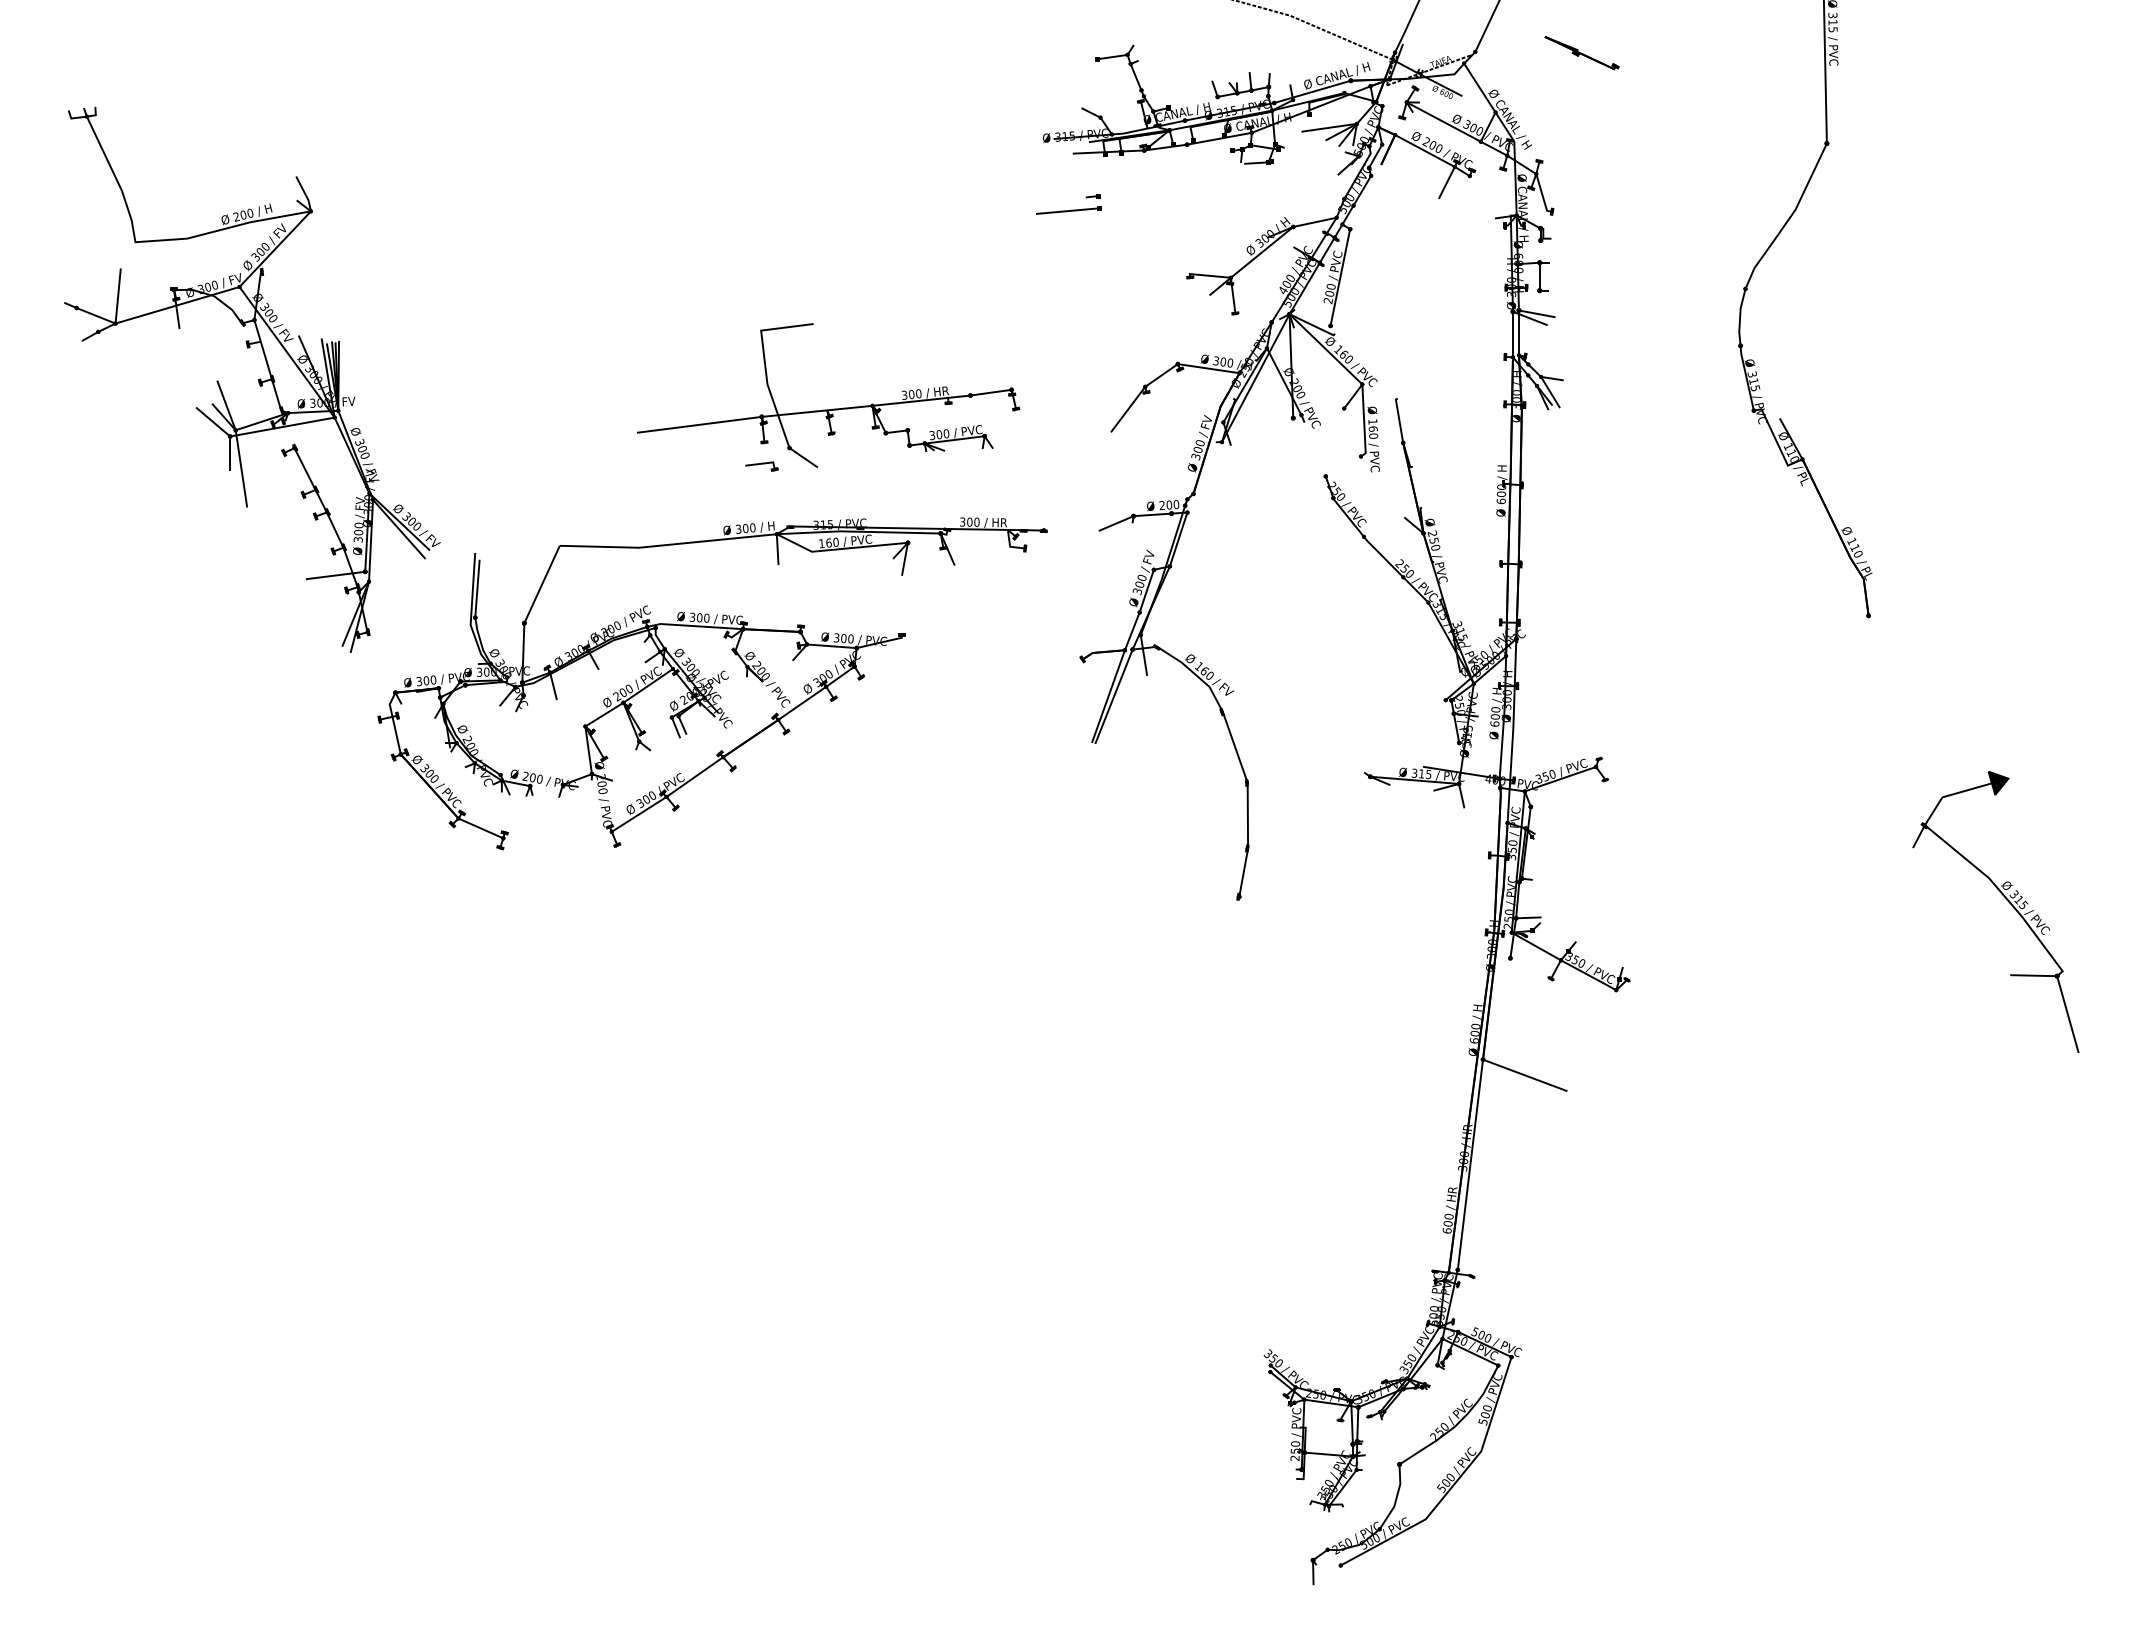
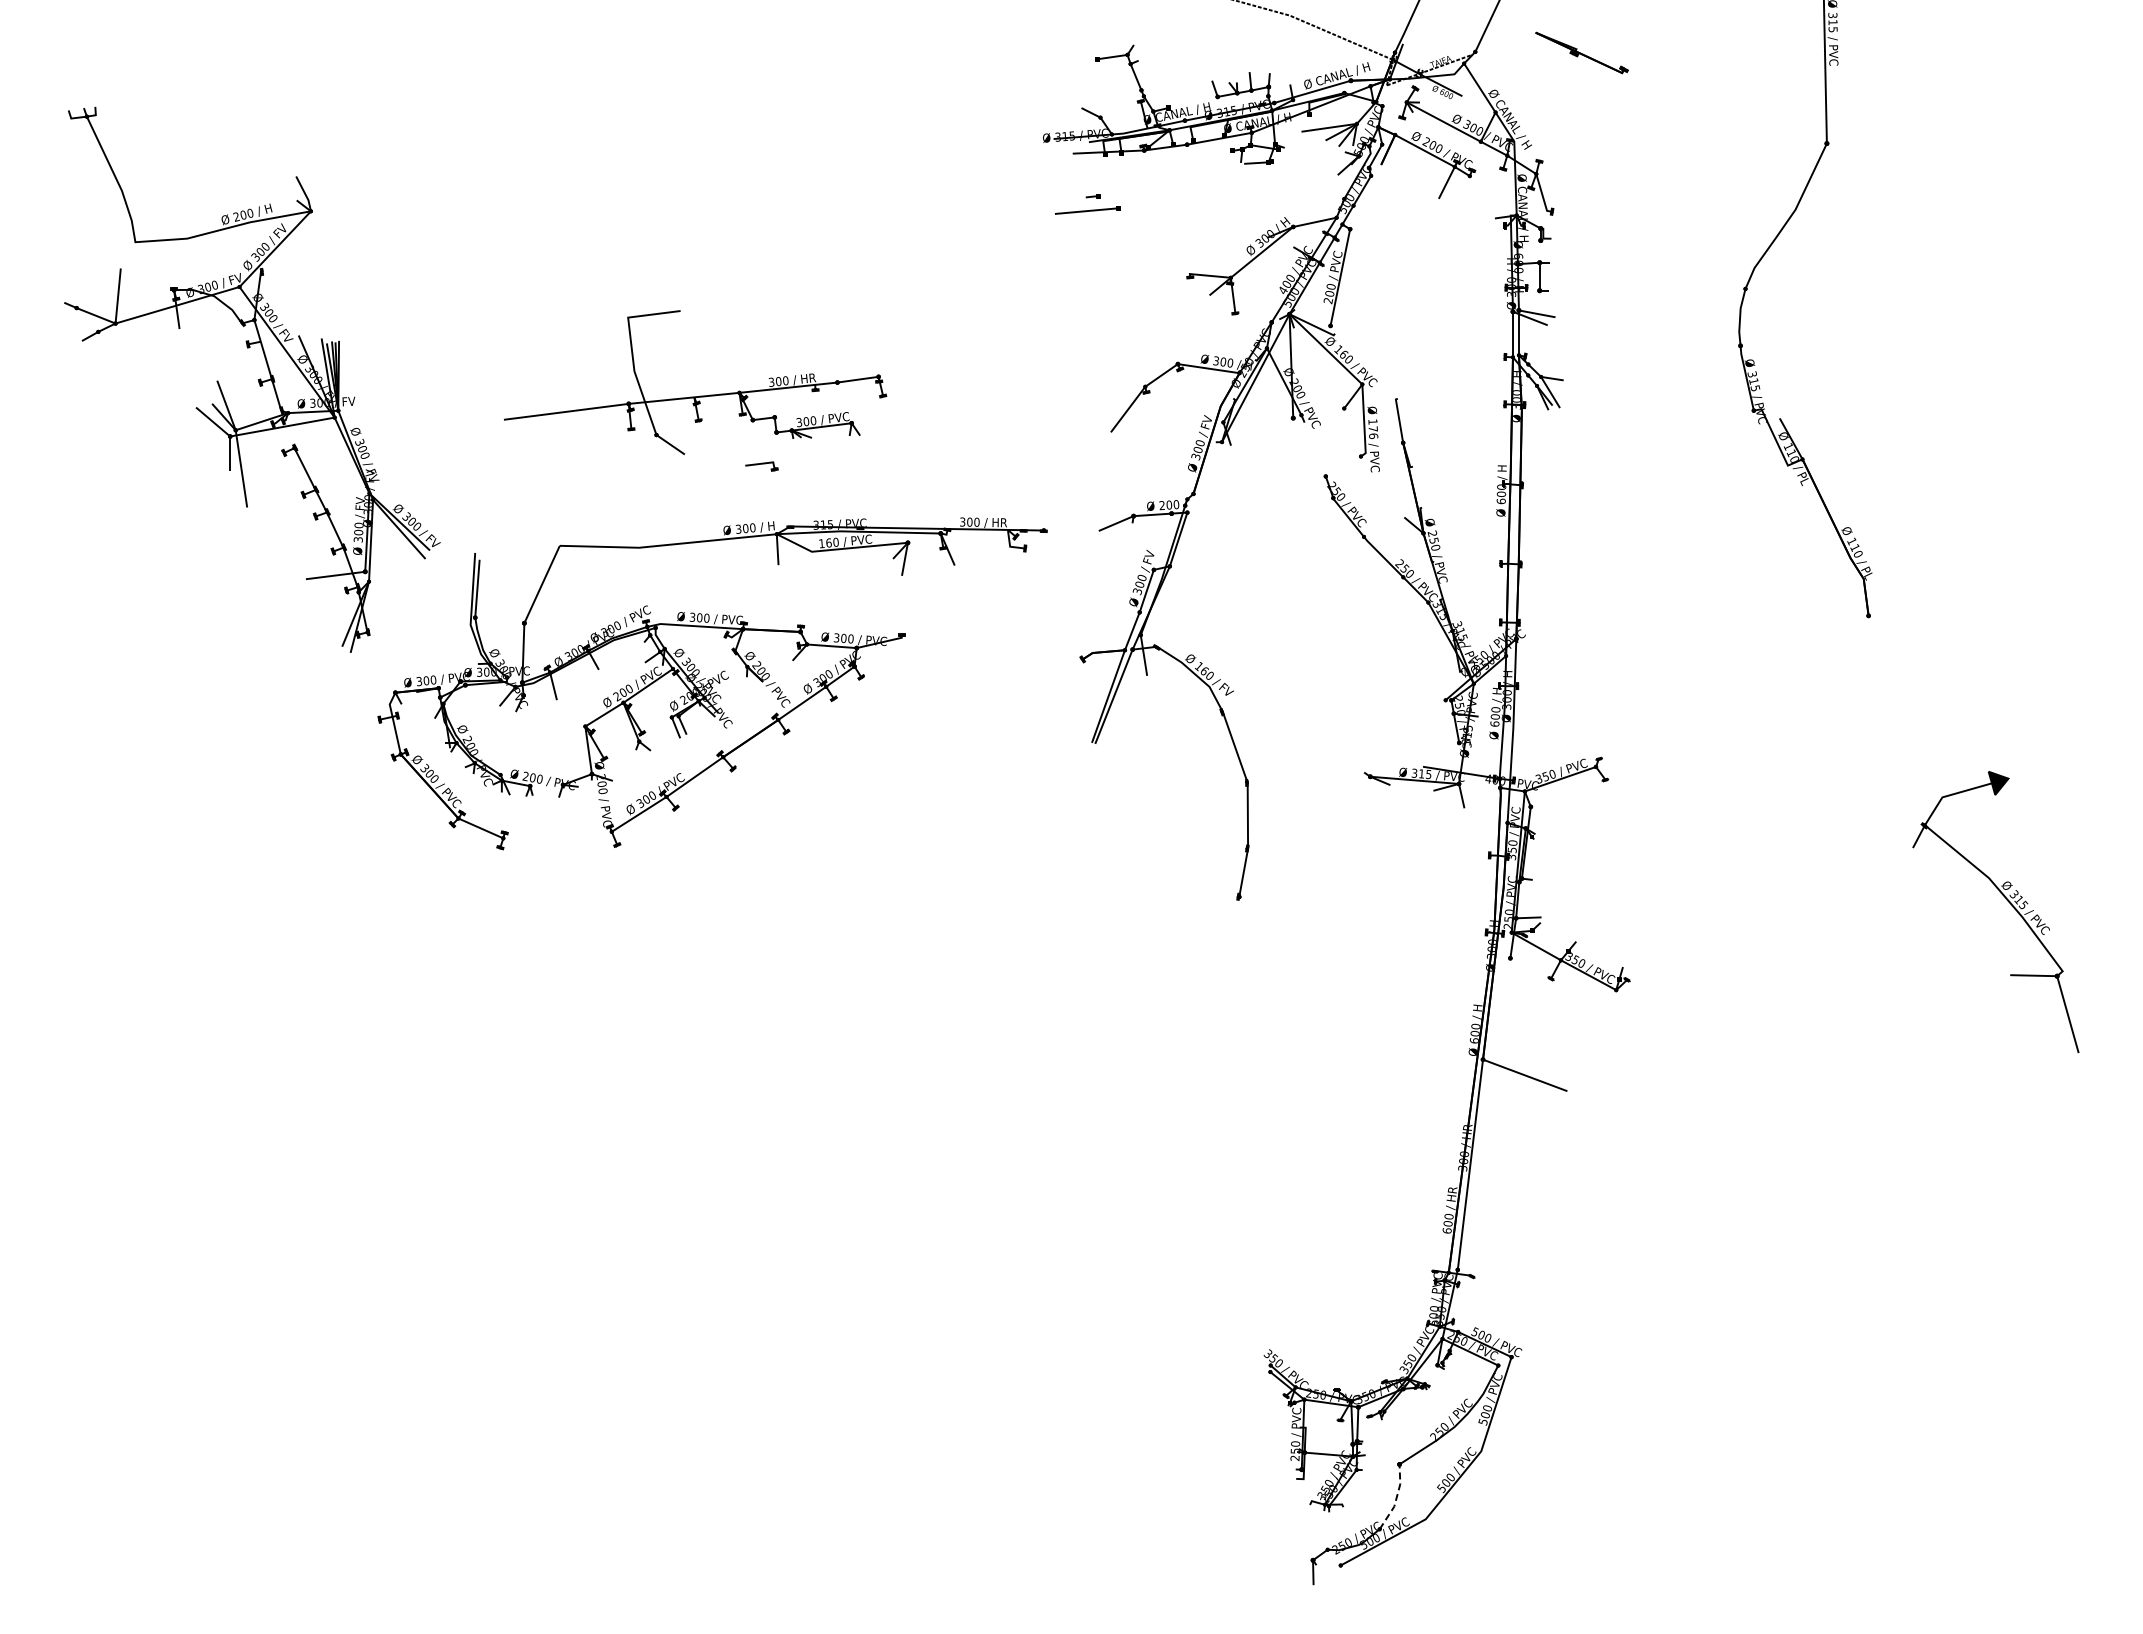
part at (1581, 53) size: 76x35 px -> 94x44 px
part at (1068, 210) position: (1068, 210) -> (1087, 210)
part at (832, 408) position: (832, 408) -> (699, 395)
text at (1373, 432): 160 -> 176
line at (1396, 1498): solid -> dashed
